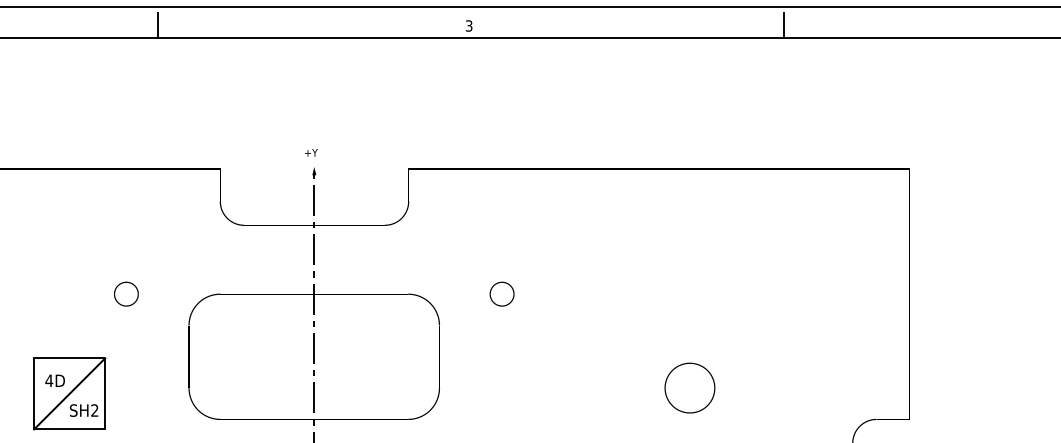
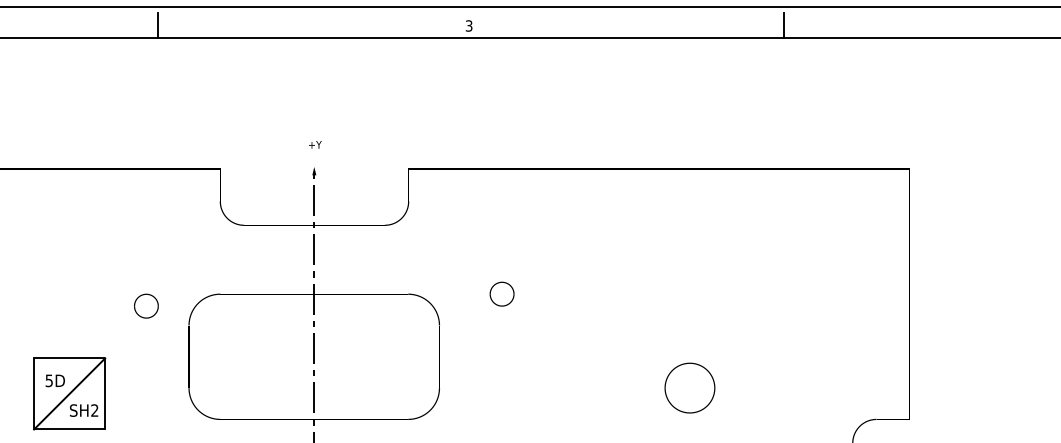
text at (311, 152) position: (311, 152) -> (315, 144)
part at (126, 293) position: (126, 293) -> (146, 305)
text at (49, 380): 4D -> 5D
